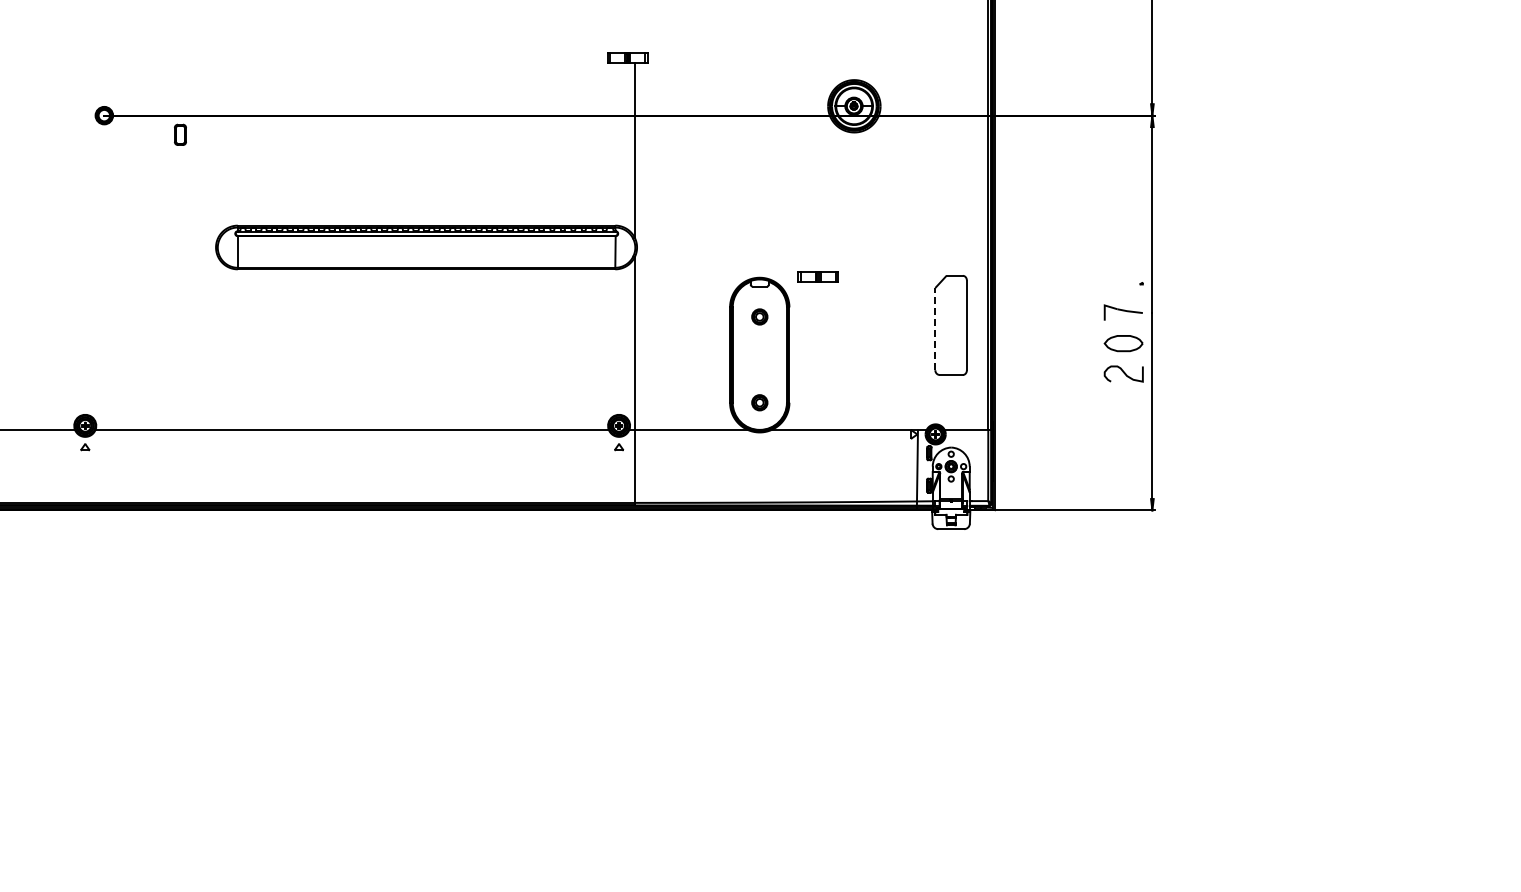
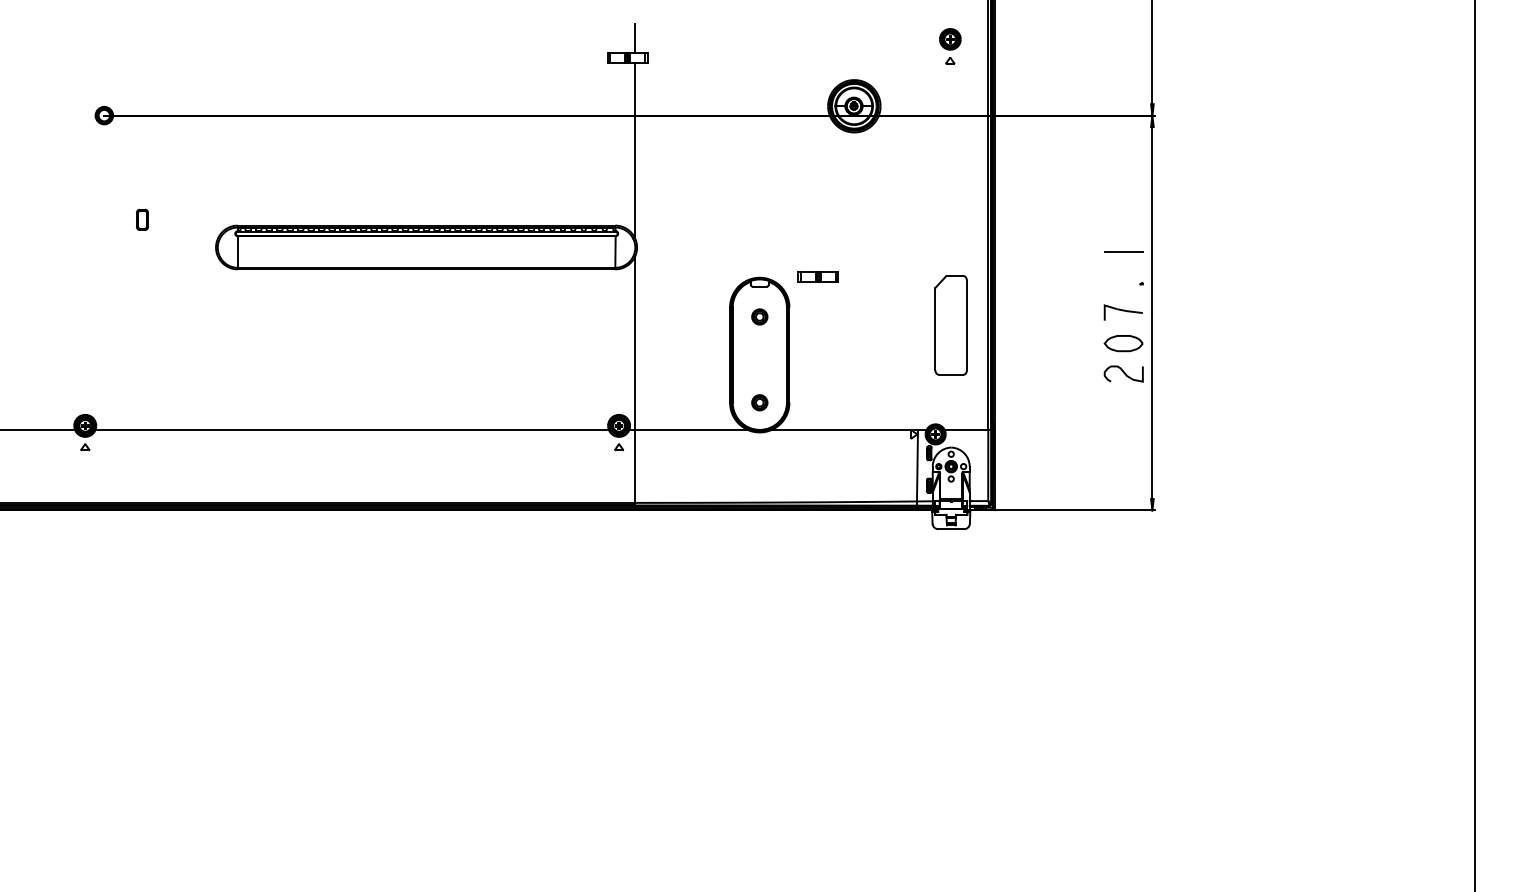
line at (634, 37): none -> present
part at (950, 46): none -> present
part at (180, 134) position: (180, 134) -> (142, 219)
line at (1123, 252): none -> present
line at (935, 328): dashed -> solid
line at (1475, 445): none -> present
